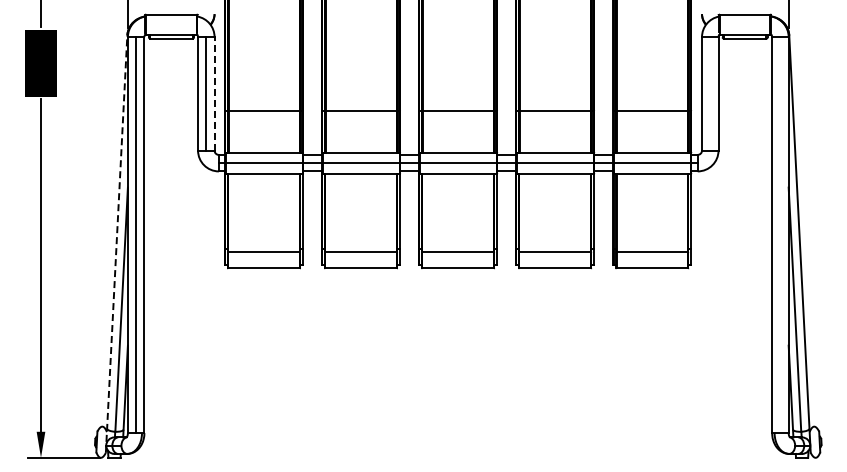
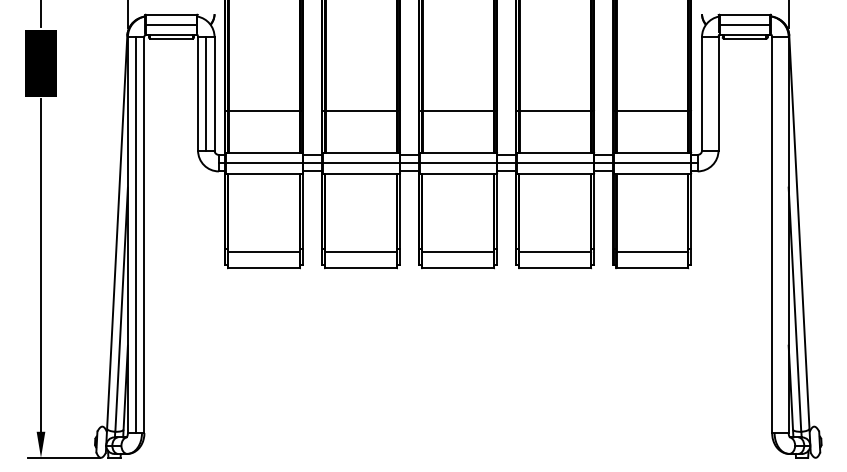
line at (171, 24): none -> present
line at (744, 24): none -> present
line at (214, 93): dashed -> solid
line at (116, 244): dashed -> solid
